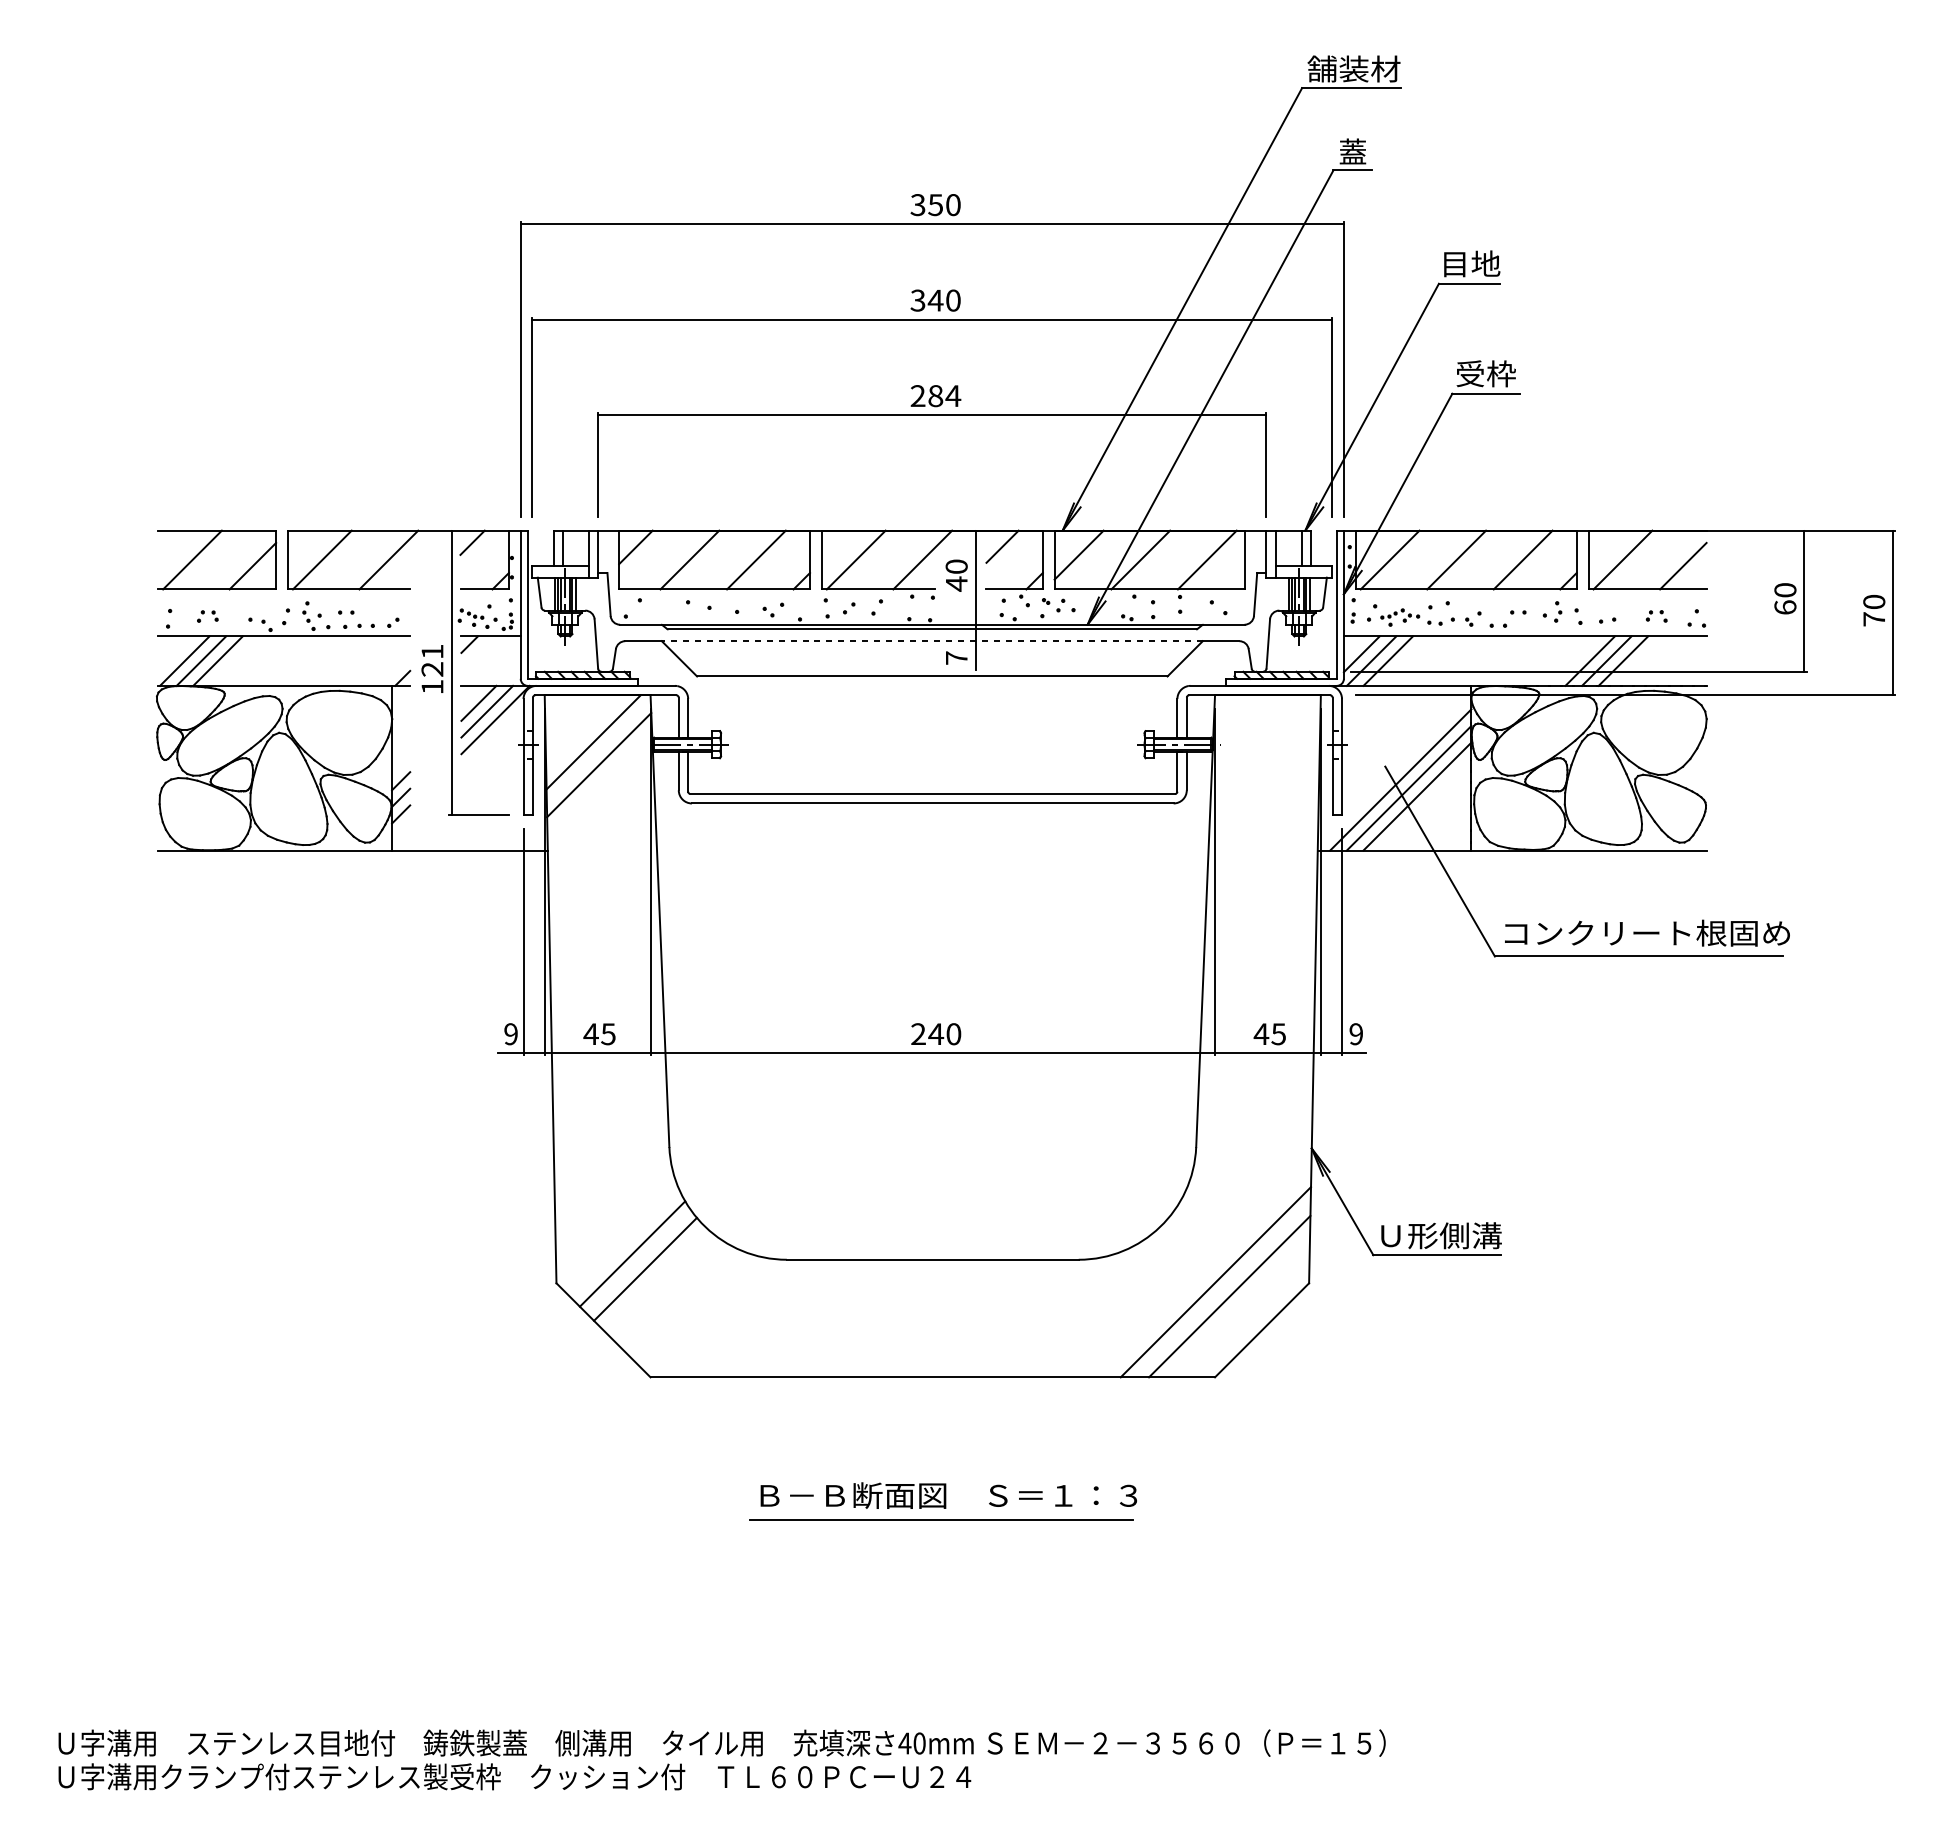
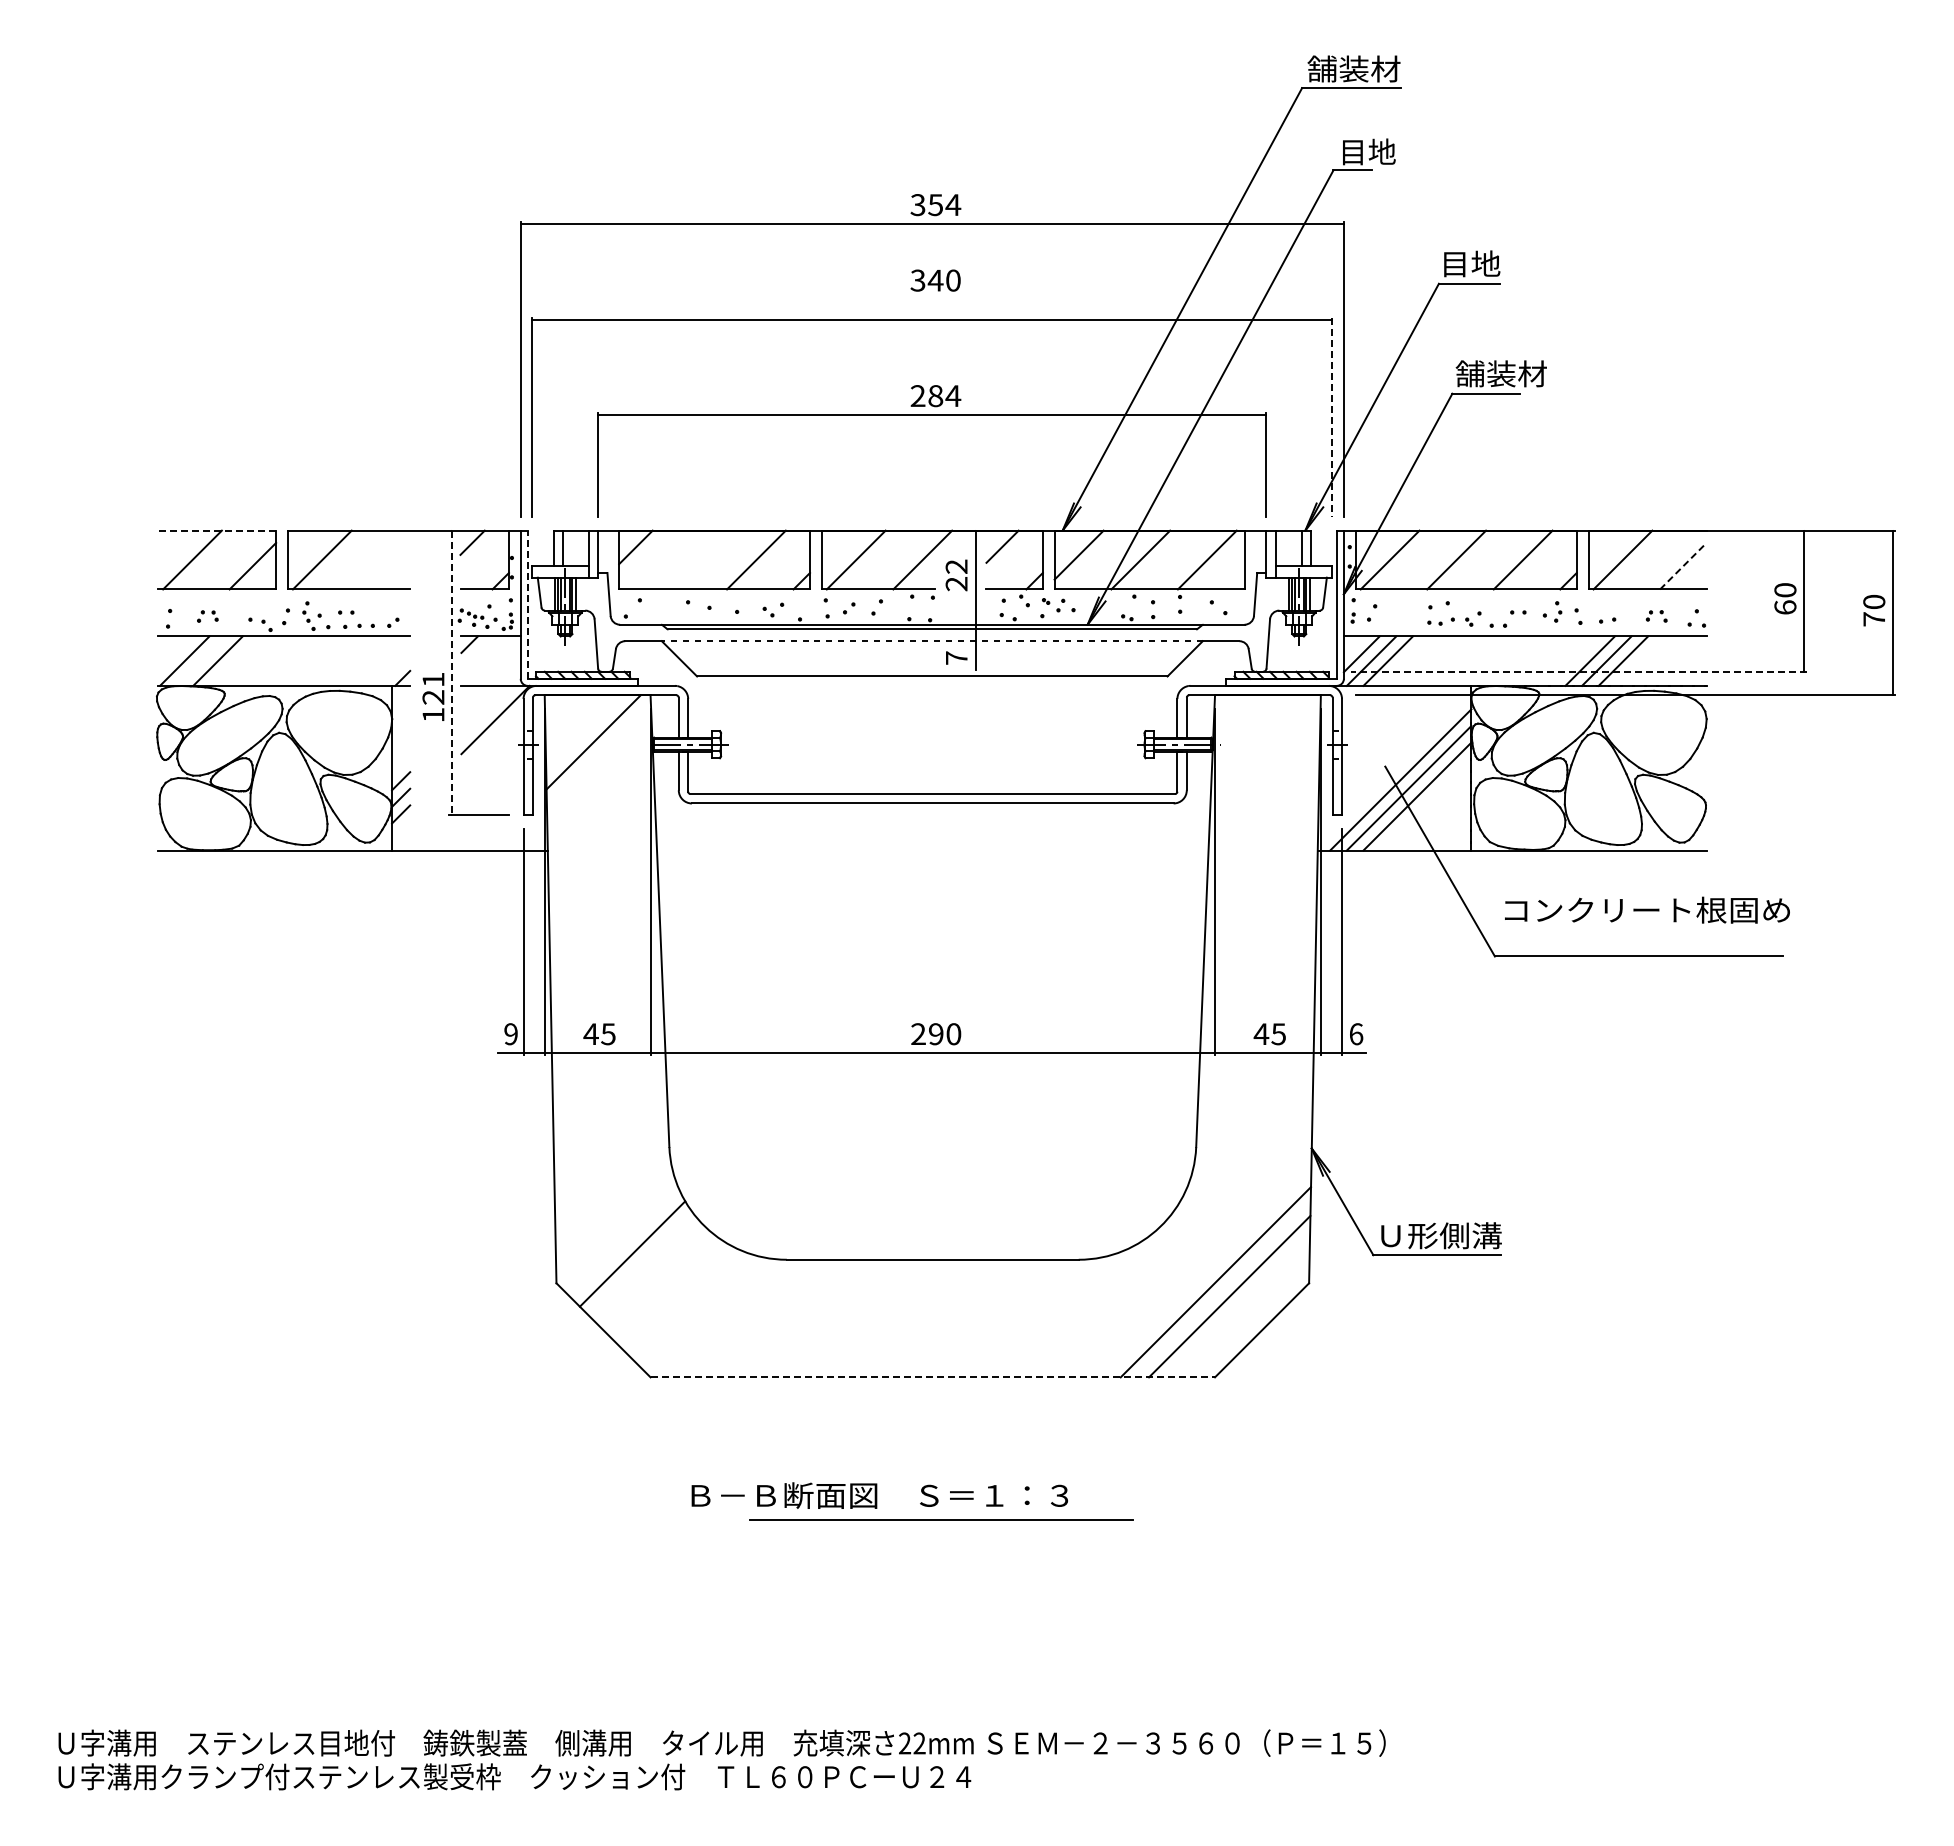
text at (1367, 151): 蓋 -> 目地
text at (953, 205): 350 -> 354
text at (935, 300) position: (935, 300) -> (935, 280)
text at (1500, 373): 受枠 -> 舗装材
line at (1332, 417): solid -> dashed
line at (216, 530): solid -> dashed
line at (388, 559): present -> none
line at (689, 559): present -> none
line at (1683, 566): solid -> dashed
text at (956, 575): 40 -> 22
line at (527, 604): solid -> dashed
part at (1400, 617): present -> none
line at (201, 660): present -> none
text at (432, 668) position: (432, 668) -> (433, 696)
line at (1578, 671): solid -> dashed
line at (451, 673): solid -> dashed
line at (478, 702): present -> none
line at (487, 711): present -> none
line at (599, 765): present -> none
text at (1647, 932) position: (1647, 932) -> (1647, 909)
text at (936, 1034): 240 -> 290
text at (1356, 1034): 9 -> 6
line at (645, 1268): present -> none
line at (933, 1377): solid -> dashed
text at (948, 1495) position: (948, 1495) -> (879, 1495)
text at (911, 1743): 40mm -> 22mm
